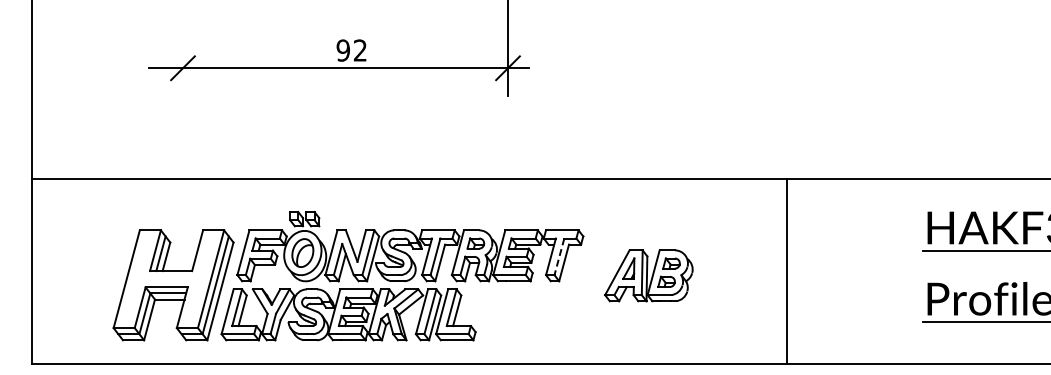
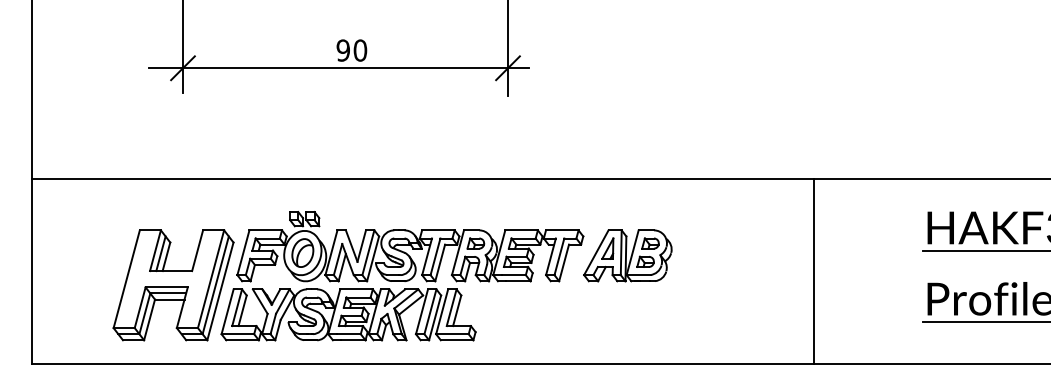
line at (183, 47): none -> present
text at (360, 50): 92 -> 90
line at (559, 256): dashed -> solid
line at (787, 271) position: (787, 271) -> (814, 271)
part at (648, 275) position: (648, 275) -> (627, 255)
